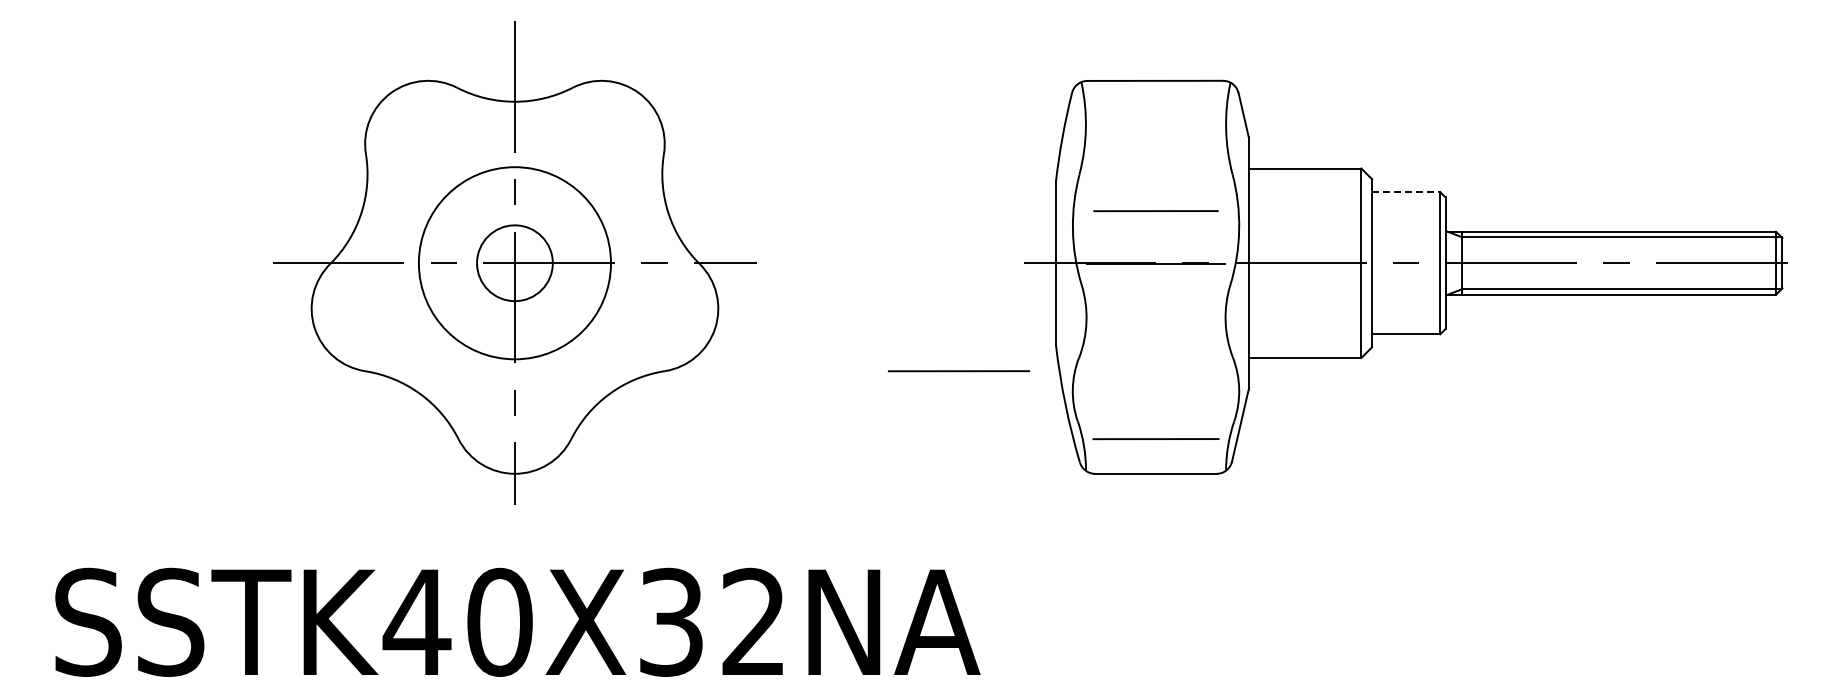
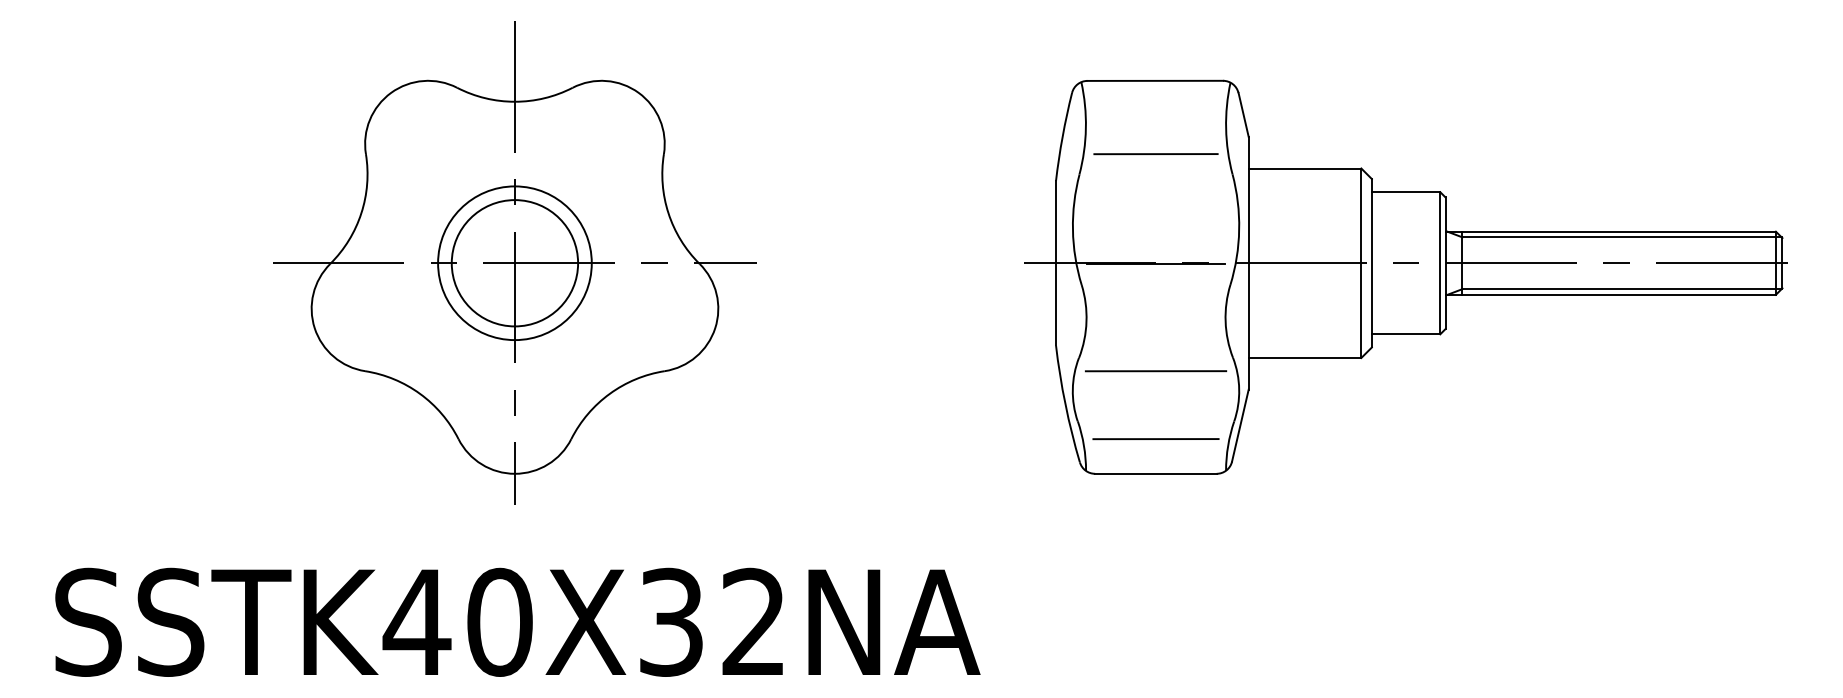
line at (1406, 192): dashed -> solid
line at (1155, 211) position: (1155, 211) -> (1155, 154)
circle at (514, 263) diameter: 192 px -> 154 px
circle at (514, 263) diameter: 76 px -> 126 px
line at (959, 371) position: (959, 371) -> (1156, 371)
